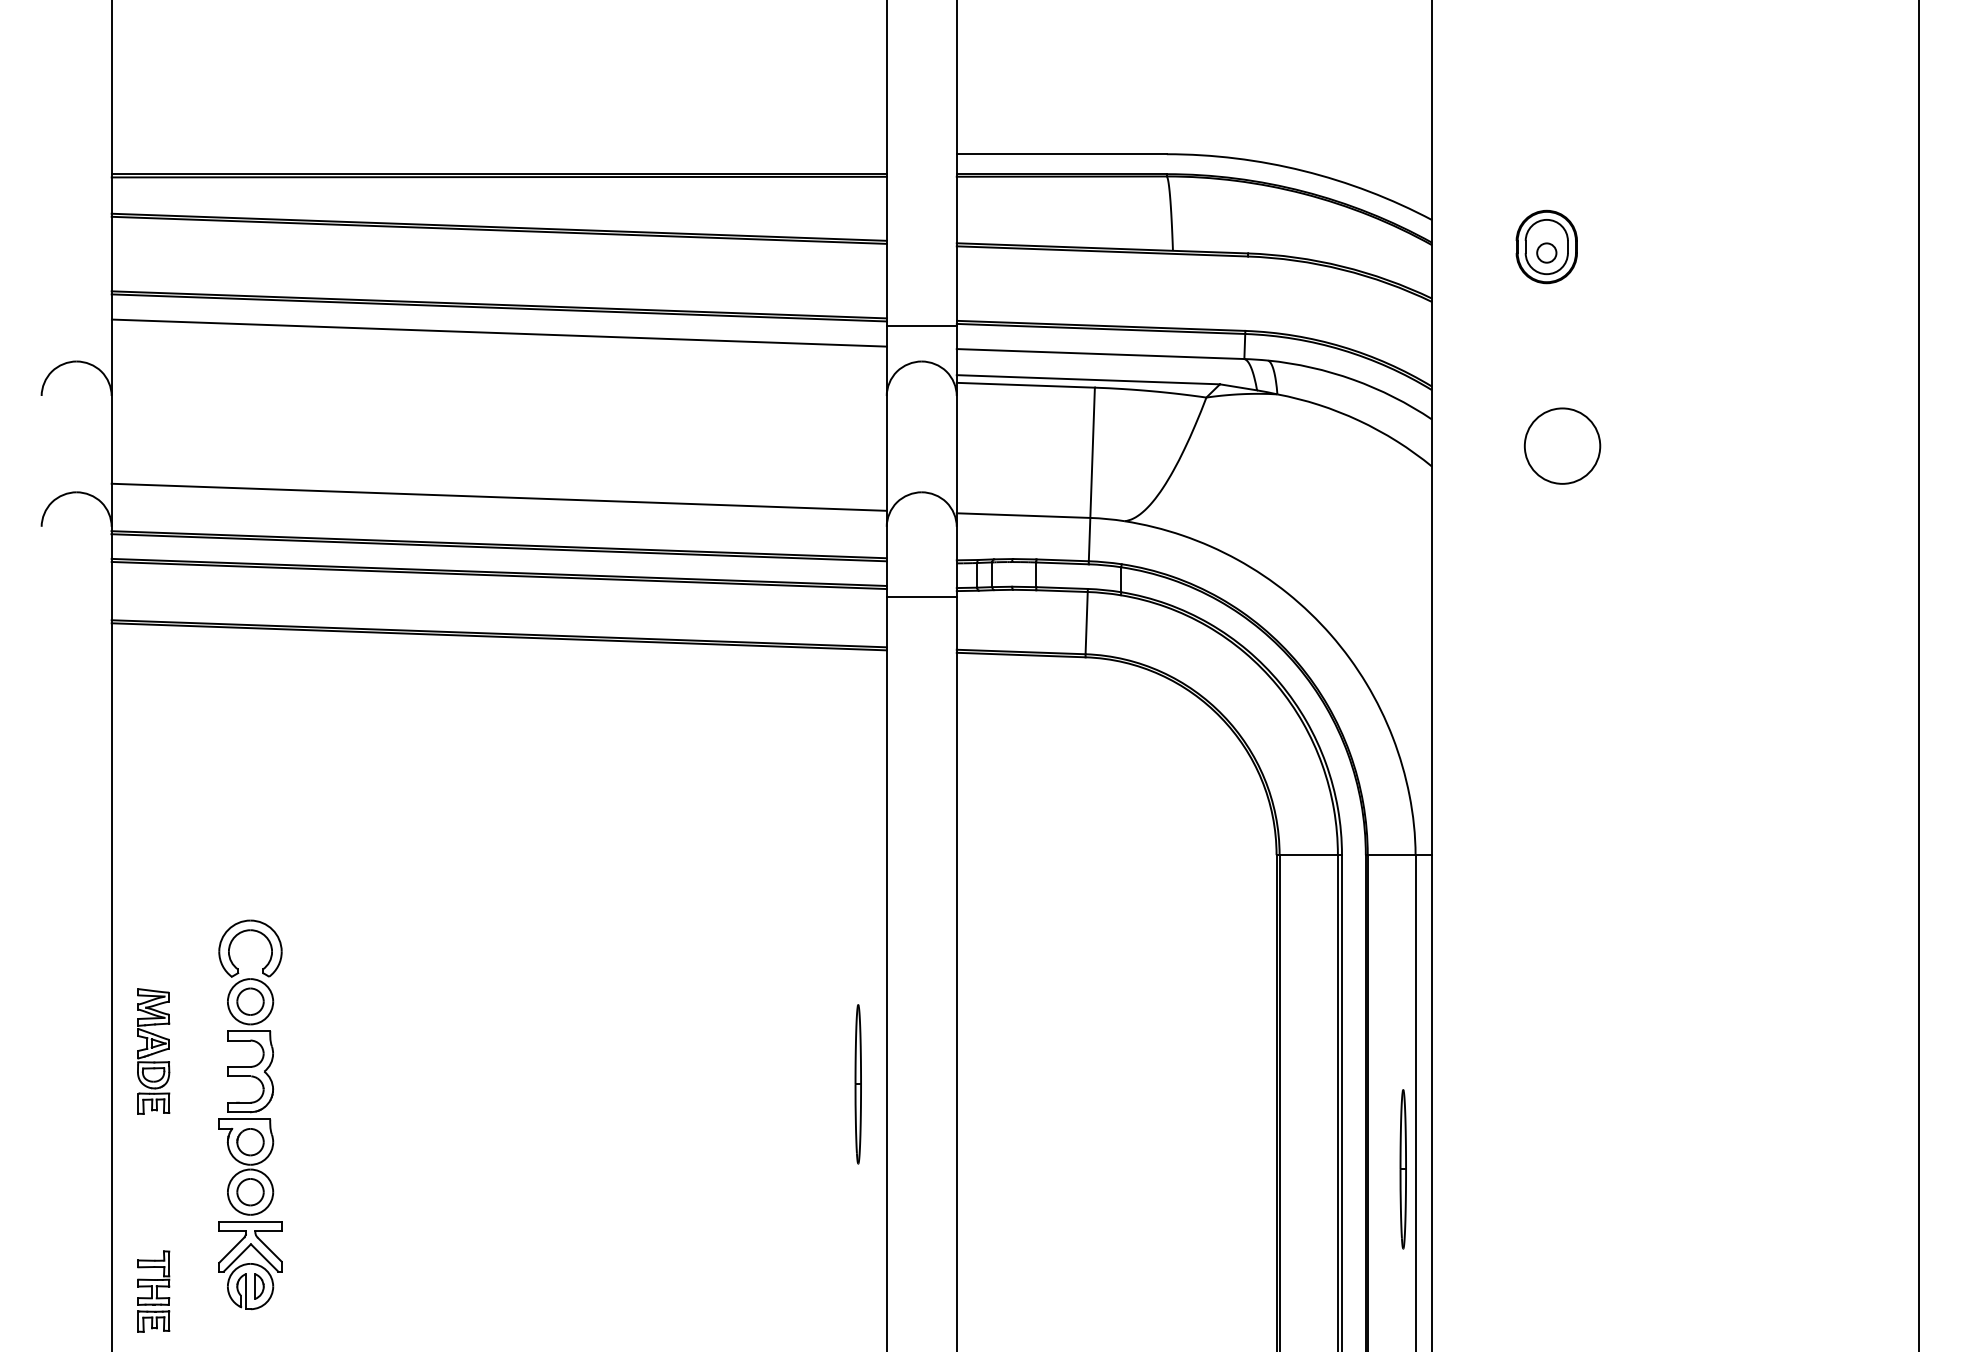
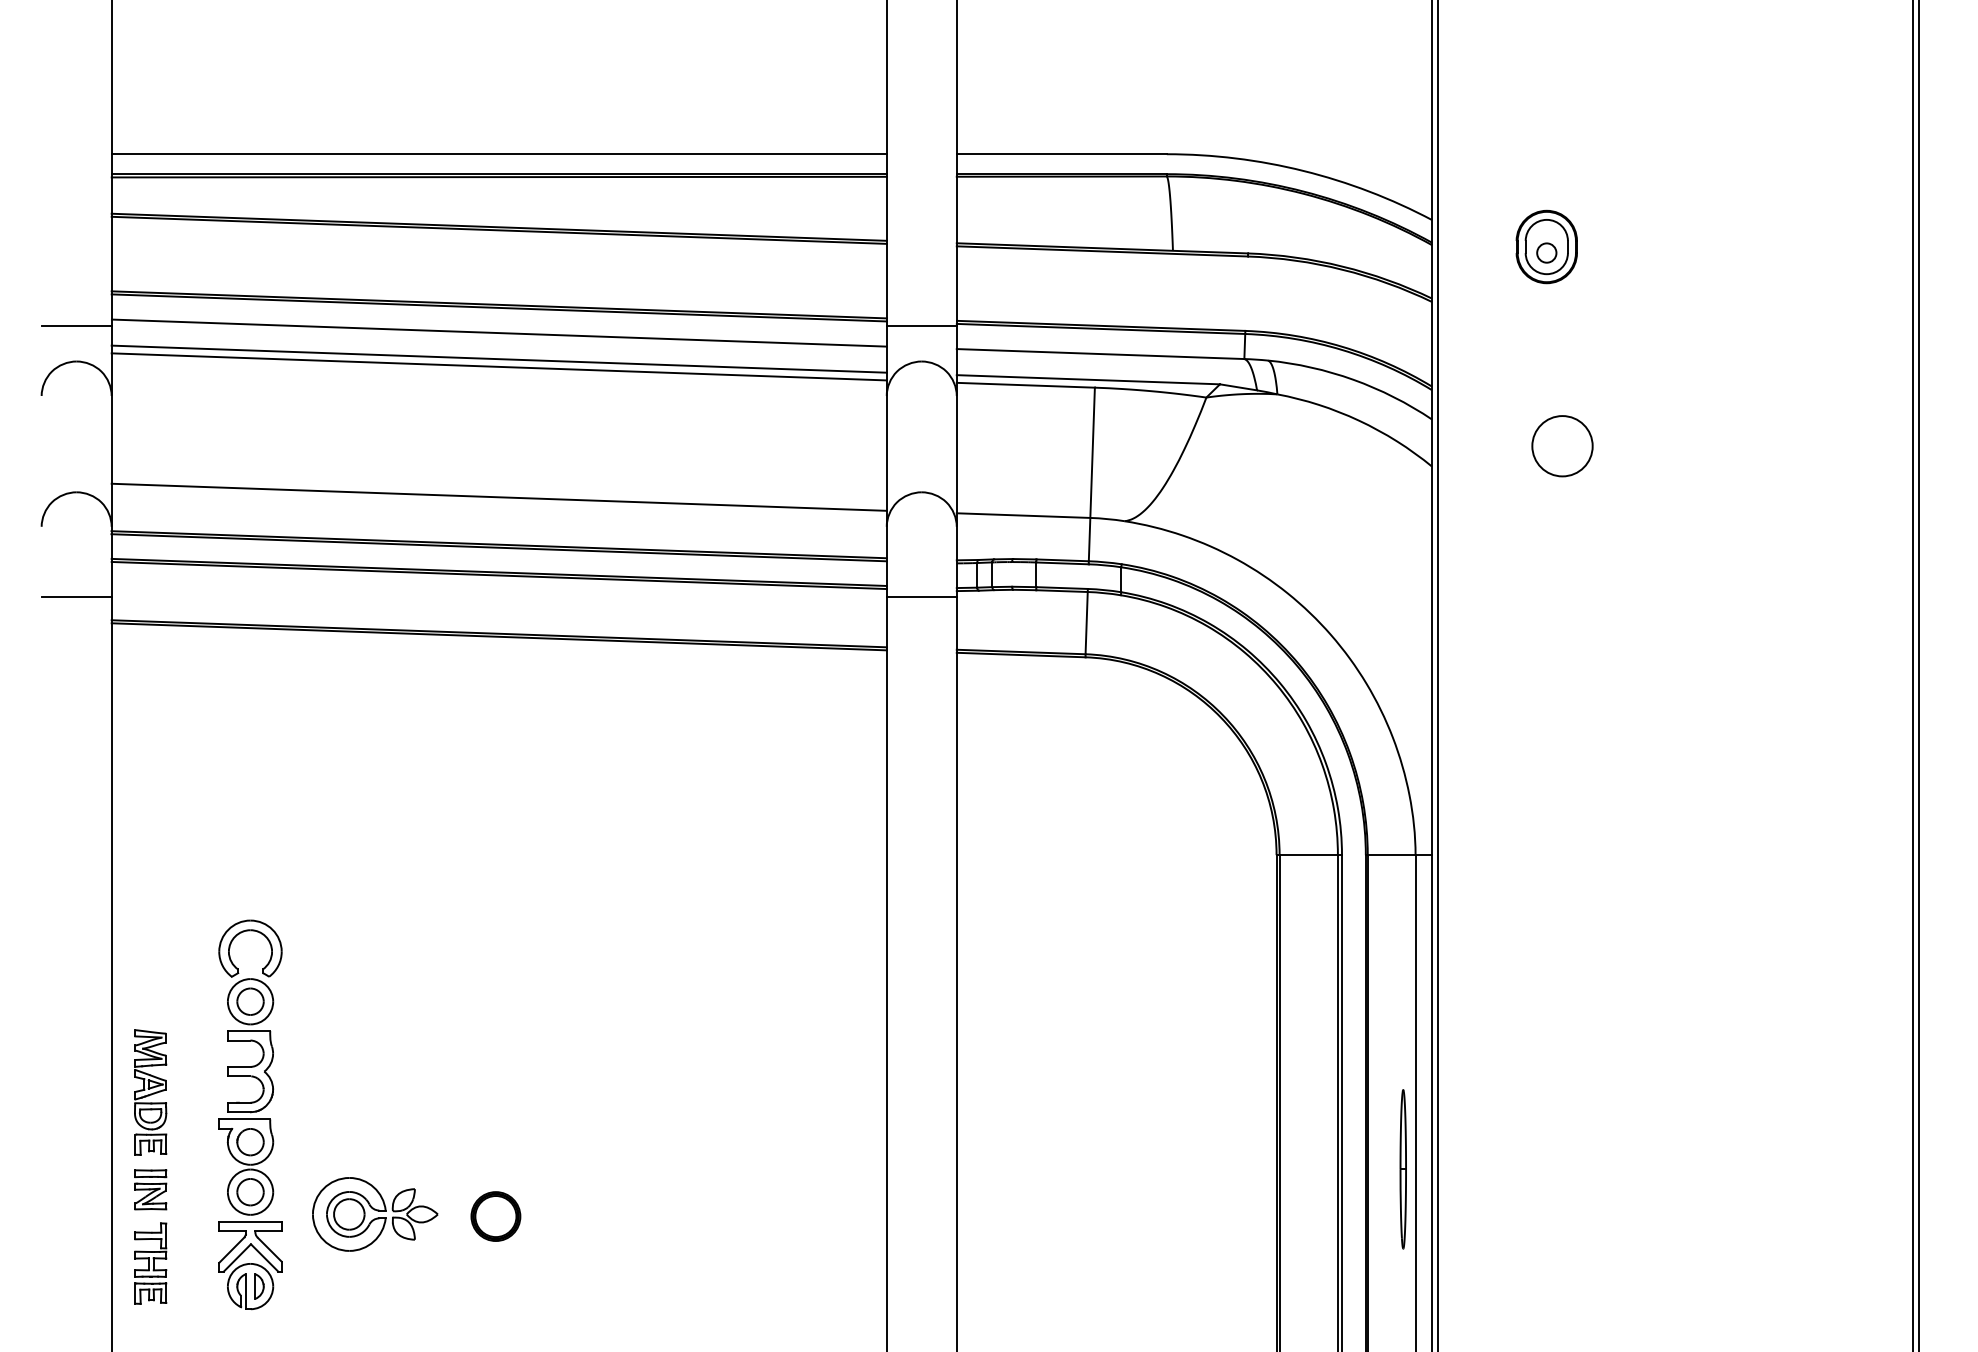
line at (498, 154): none -> present
line at (76, 325): none -> present
line at (498, 358): none -> present
line at (498, 366): none -> present
circle at (1562, 445) size: 79x78 px -> 63x63 px
line at (76, 596): none -> present
line at (1438, 675): none -> present
line at (1912, 675): none -> present
part at (153, 1051) position: (153, 1051) -> (150, 1092)
part at (857, 1084): present -> none
part at (150, 1189): none -> present
part at (375, 1214): none -> present
part at (495, 1216): none -> present
part at (153, 1291) position: (153, 1291) -> (150, 1263)
